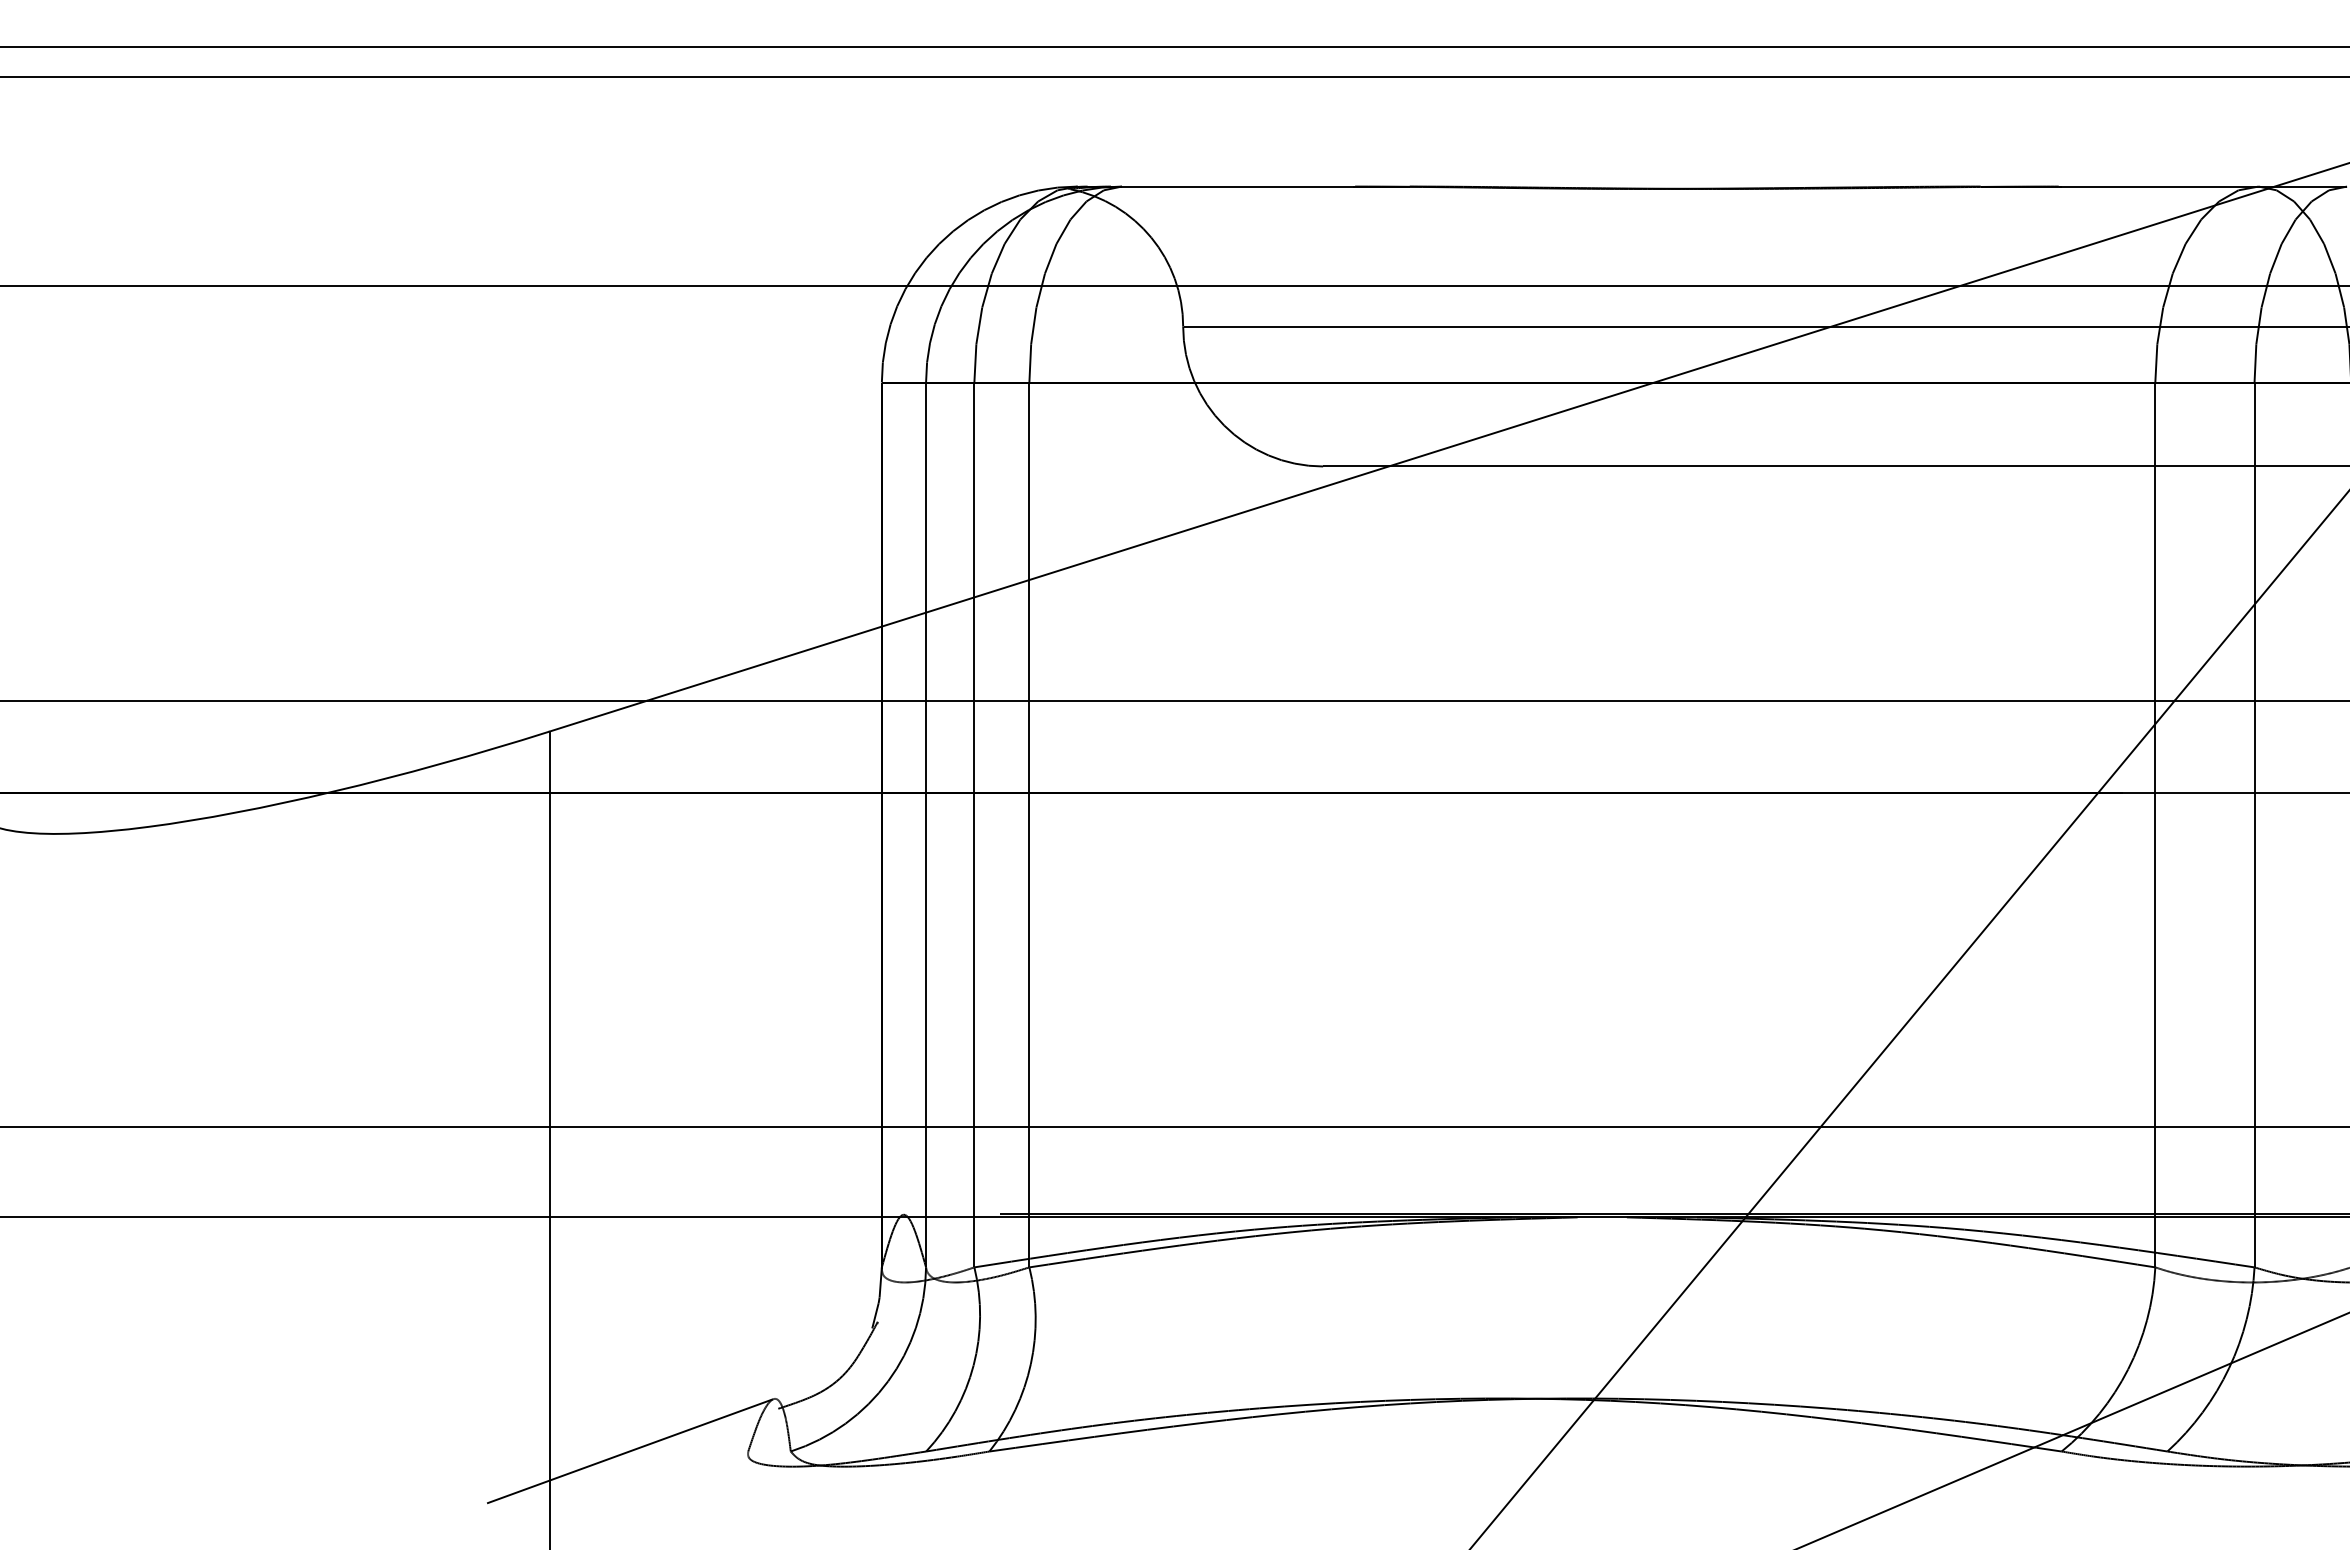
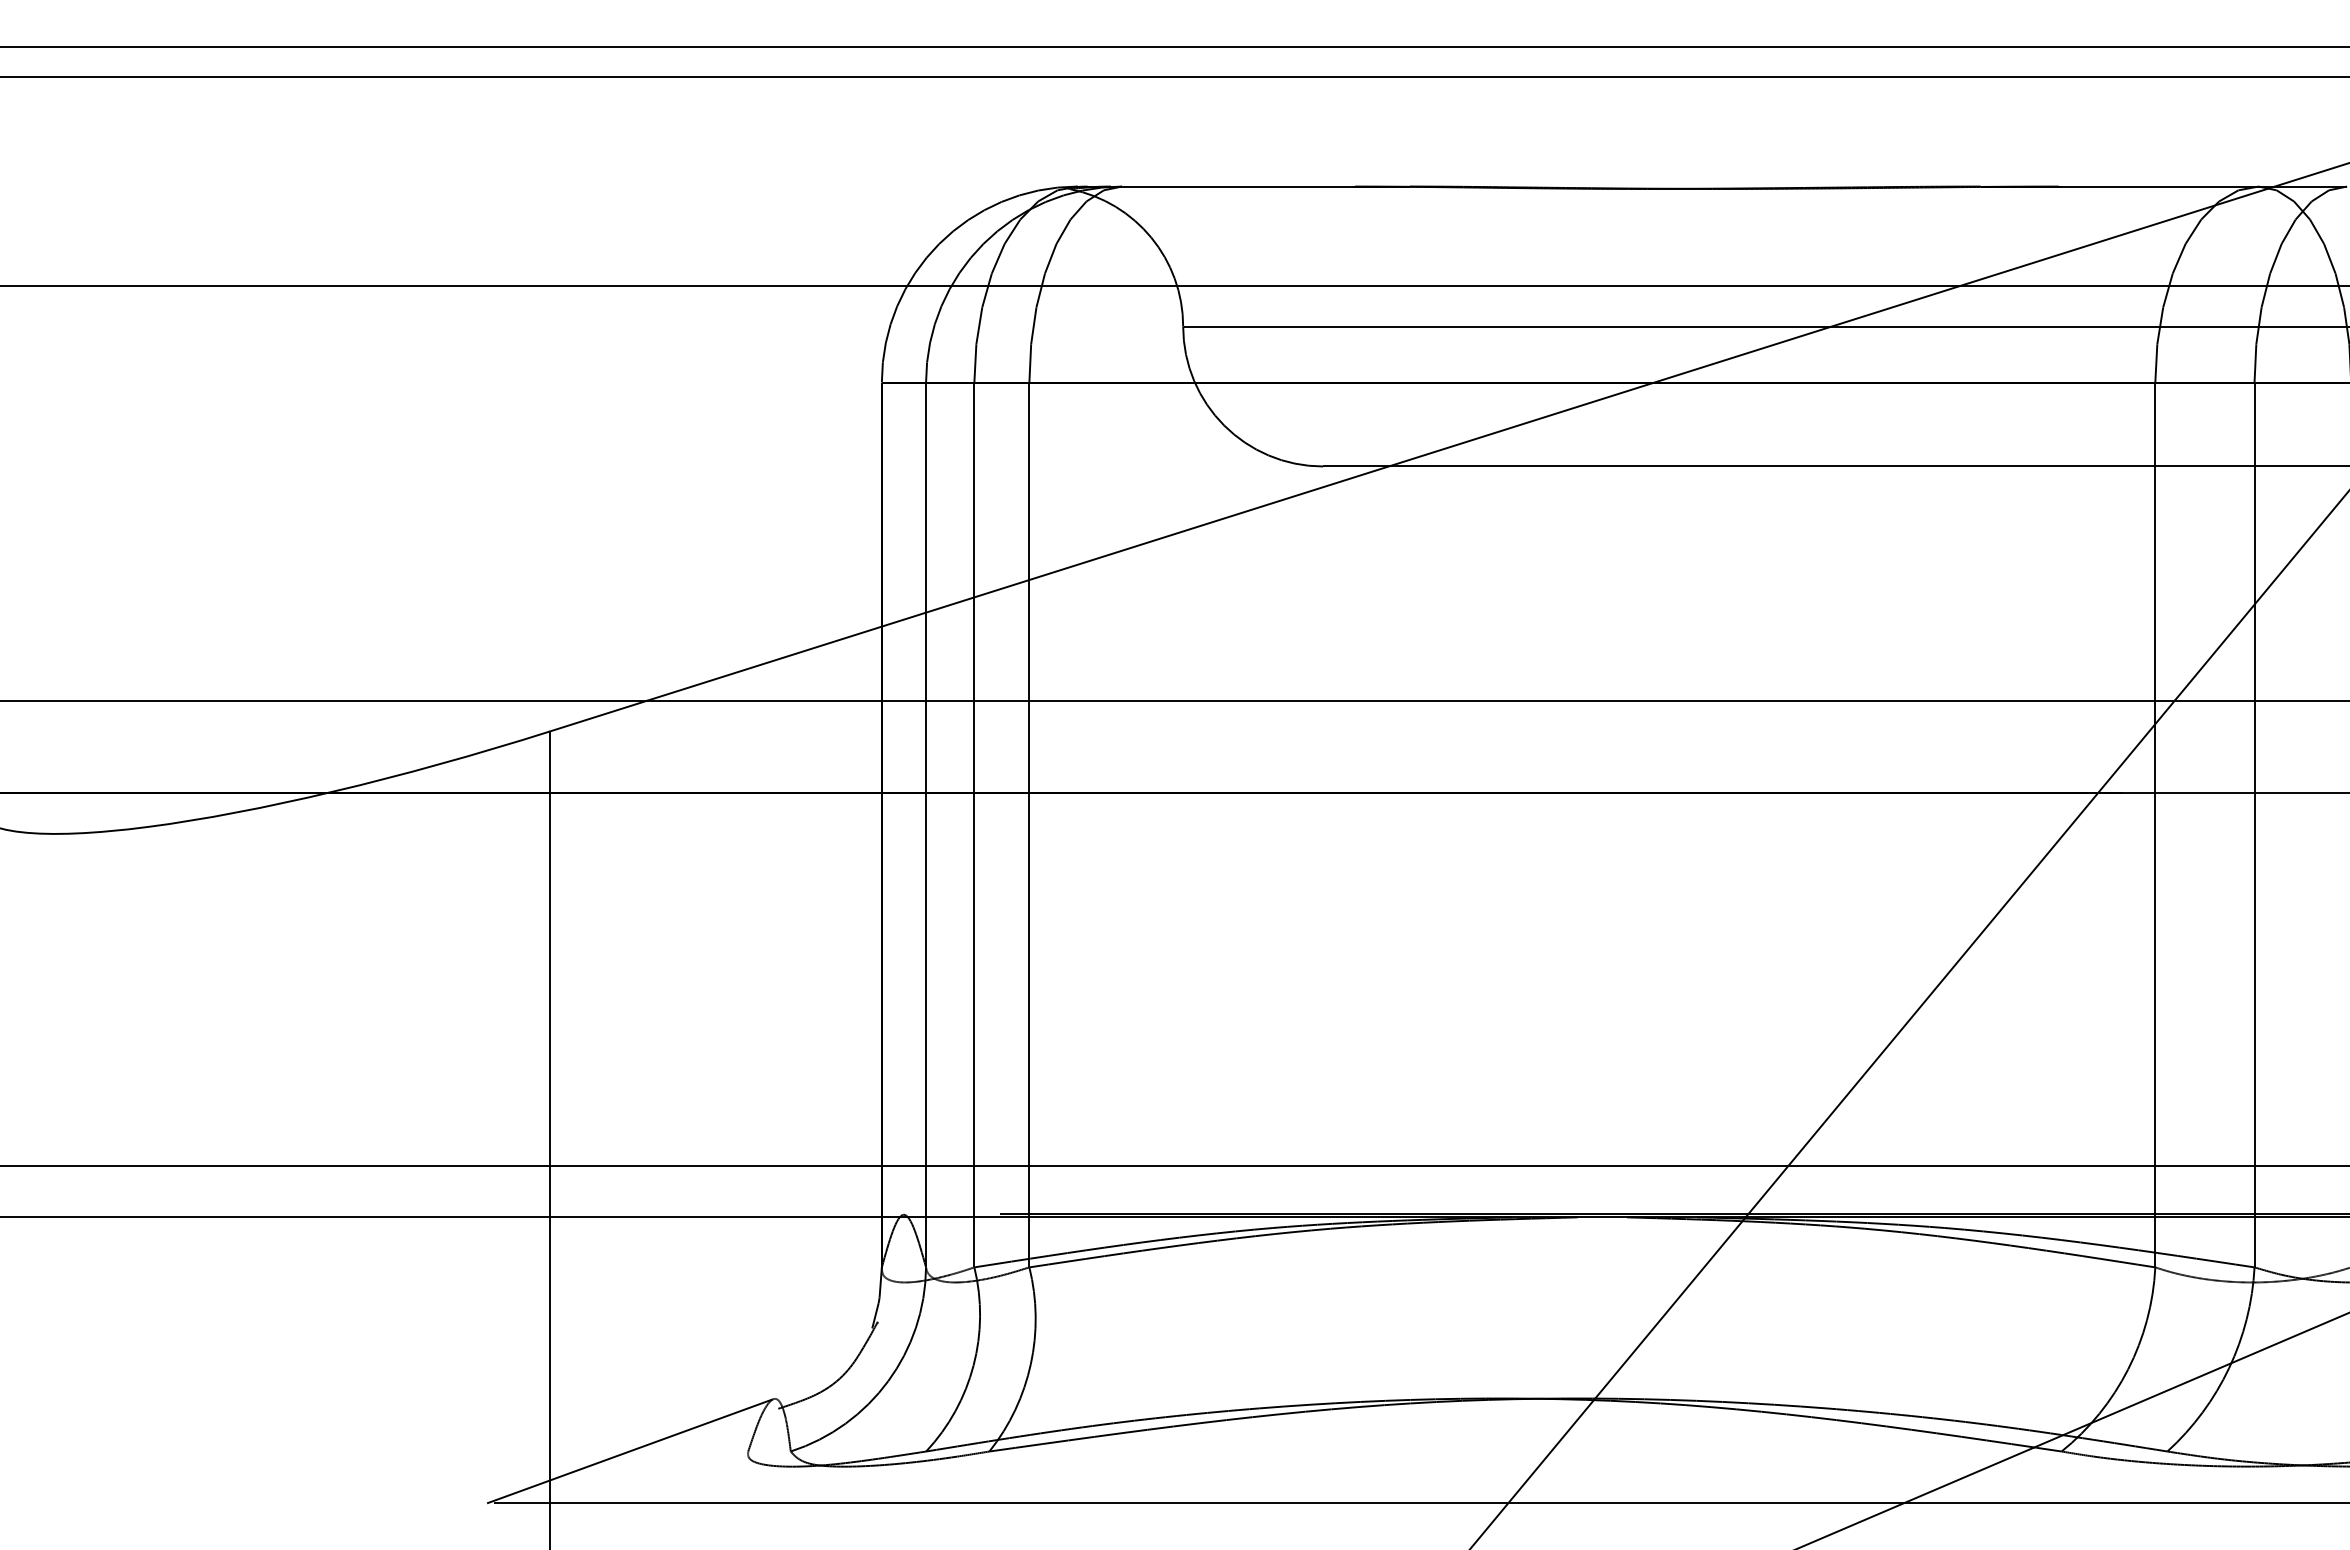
line at (1174, 1127) position: (1174, 1127) -> (1174, 1166)
line at (1420, 1503): none -> present
